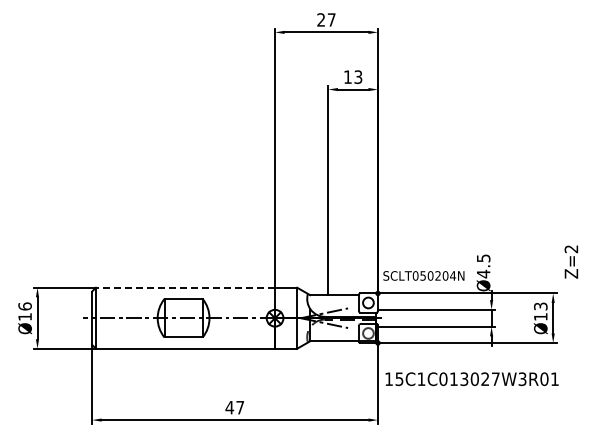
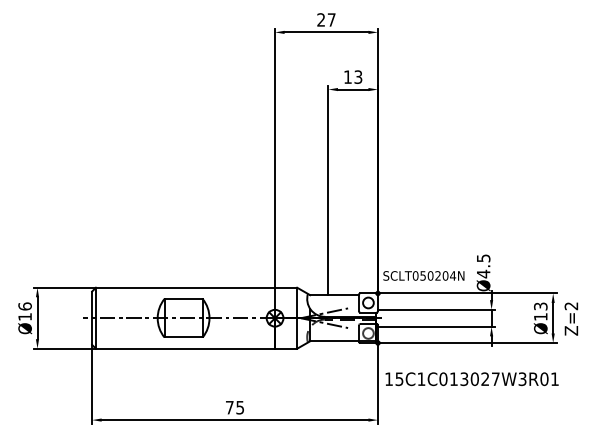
text at (571, 261) position: (571, 261) -> (571, 318)
line at (185, 287): dashed -> solid
text at (234, 407): 47 -> 75
